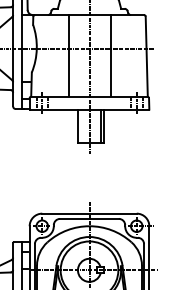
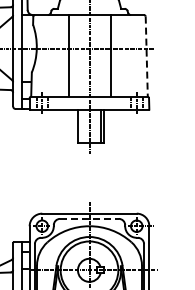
line at (146, 56): solid -> dashed
line at (90, 218): solid -> dashed
